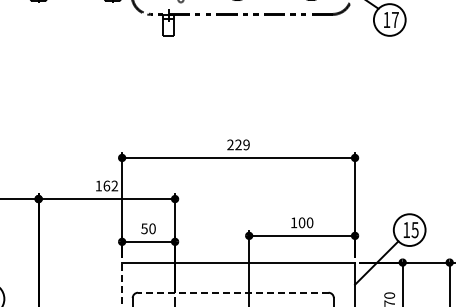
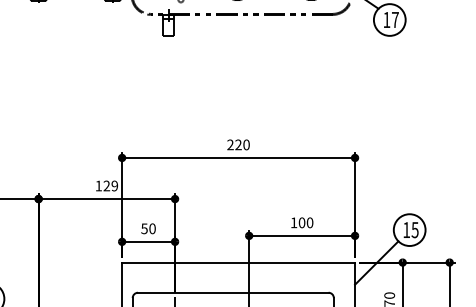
text at (246, 144): 229 -> 220
text at (110, 185): 162 -> 129
line at (122, 284): dashed -> solid
line at (232, 292): dashed -> solid
